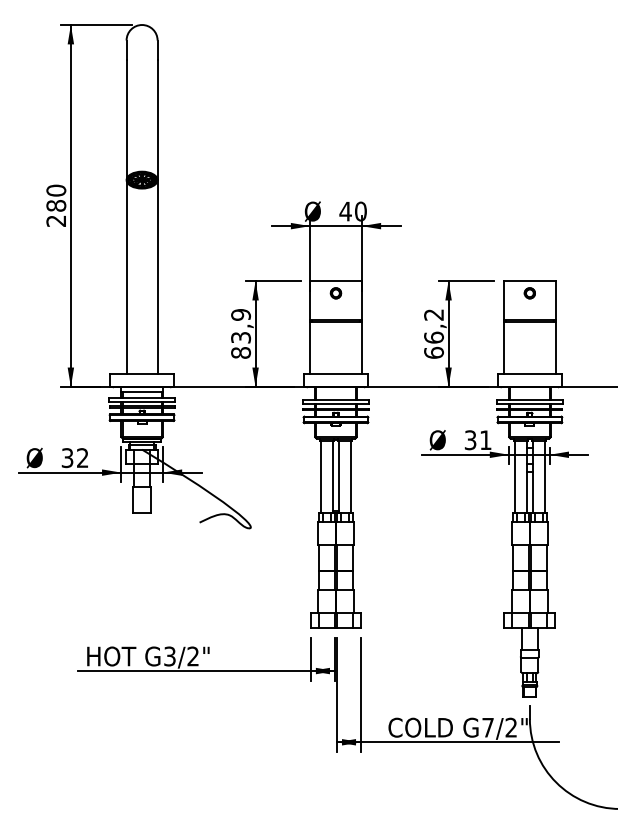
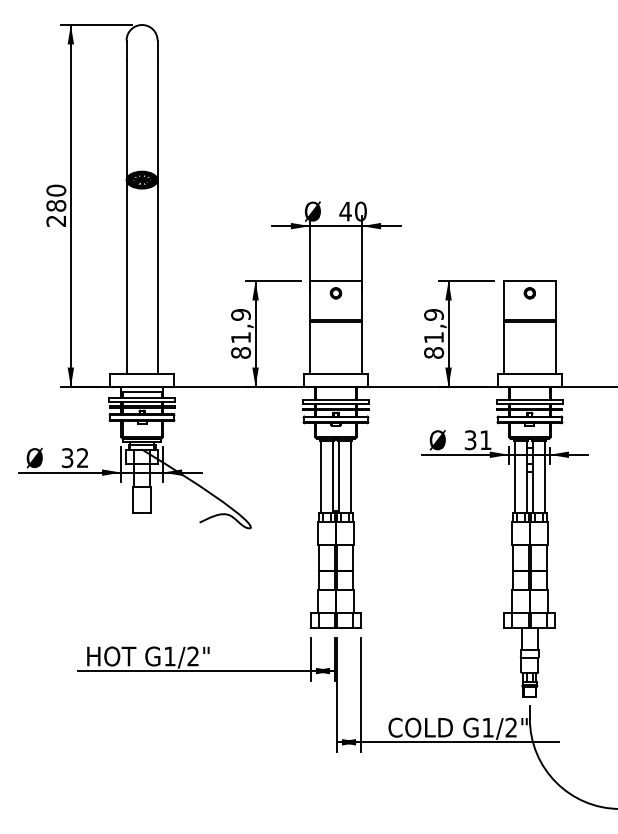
text at (434, 333): 66,2 -> 81,9
text at (241, 337): 83,9 -> 81,9
text at (169, 656): G3/2" -> G1/2"
text at (487, 727): G7/2" -> G1/2"
